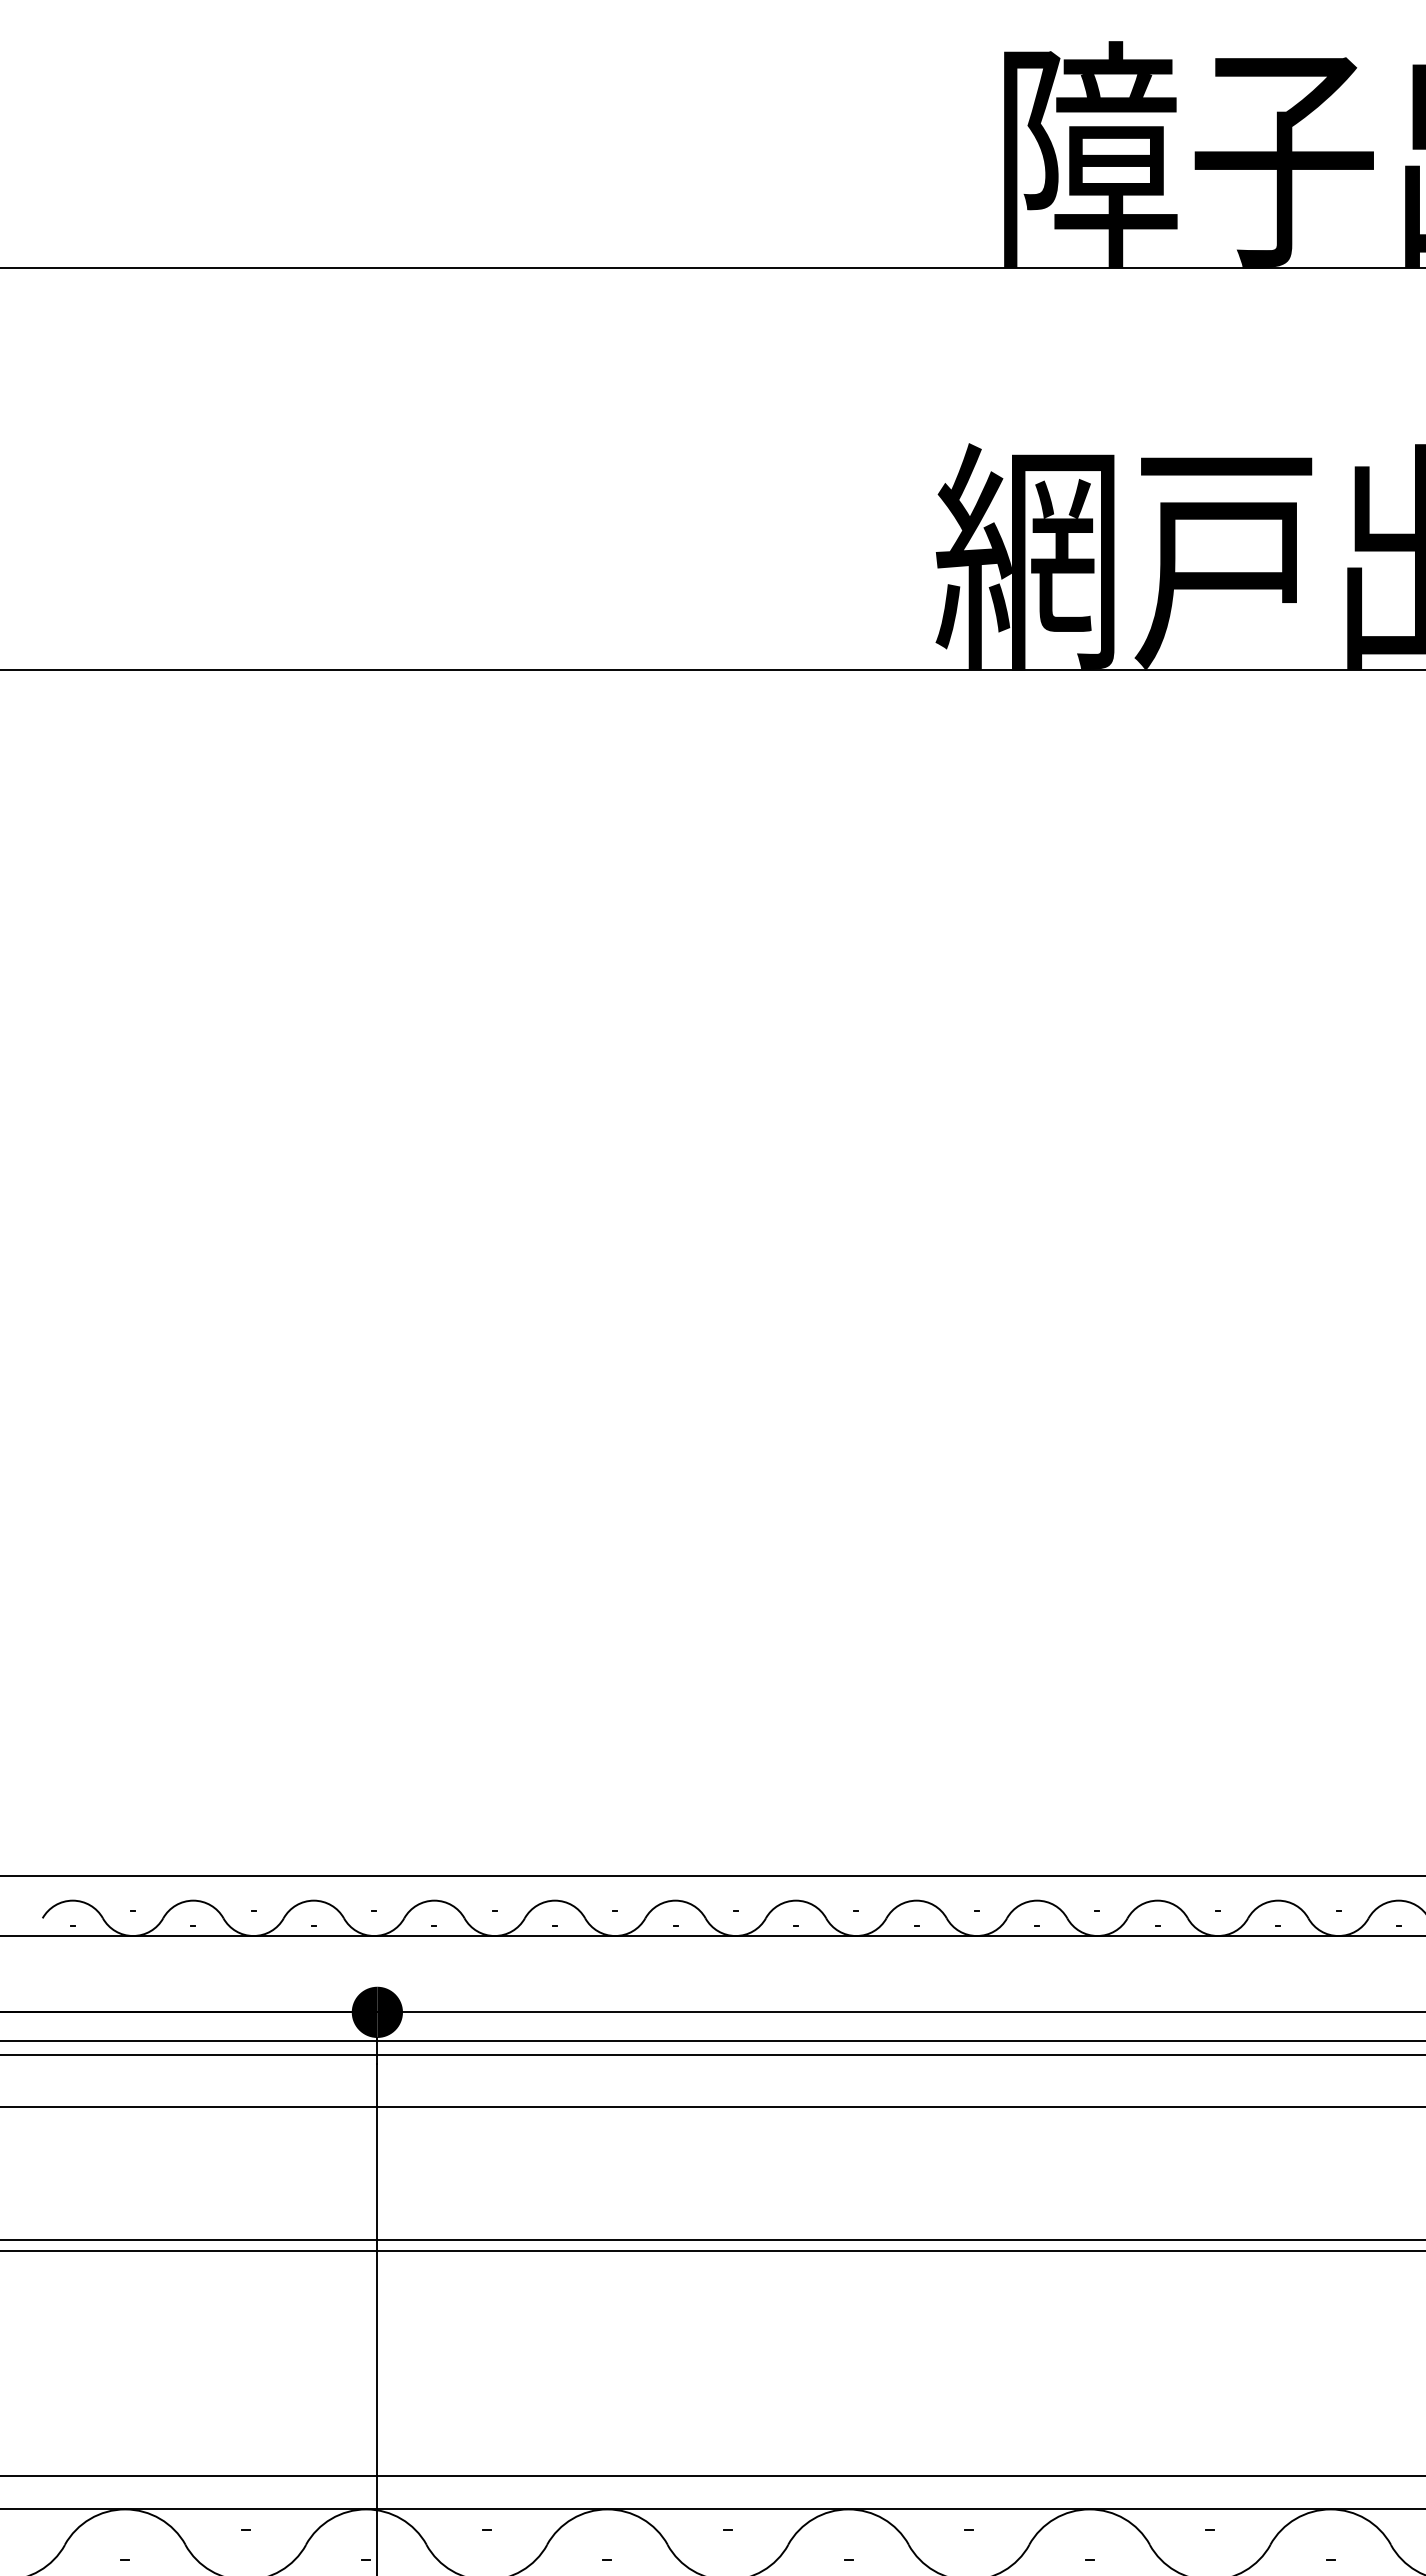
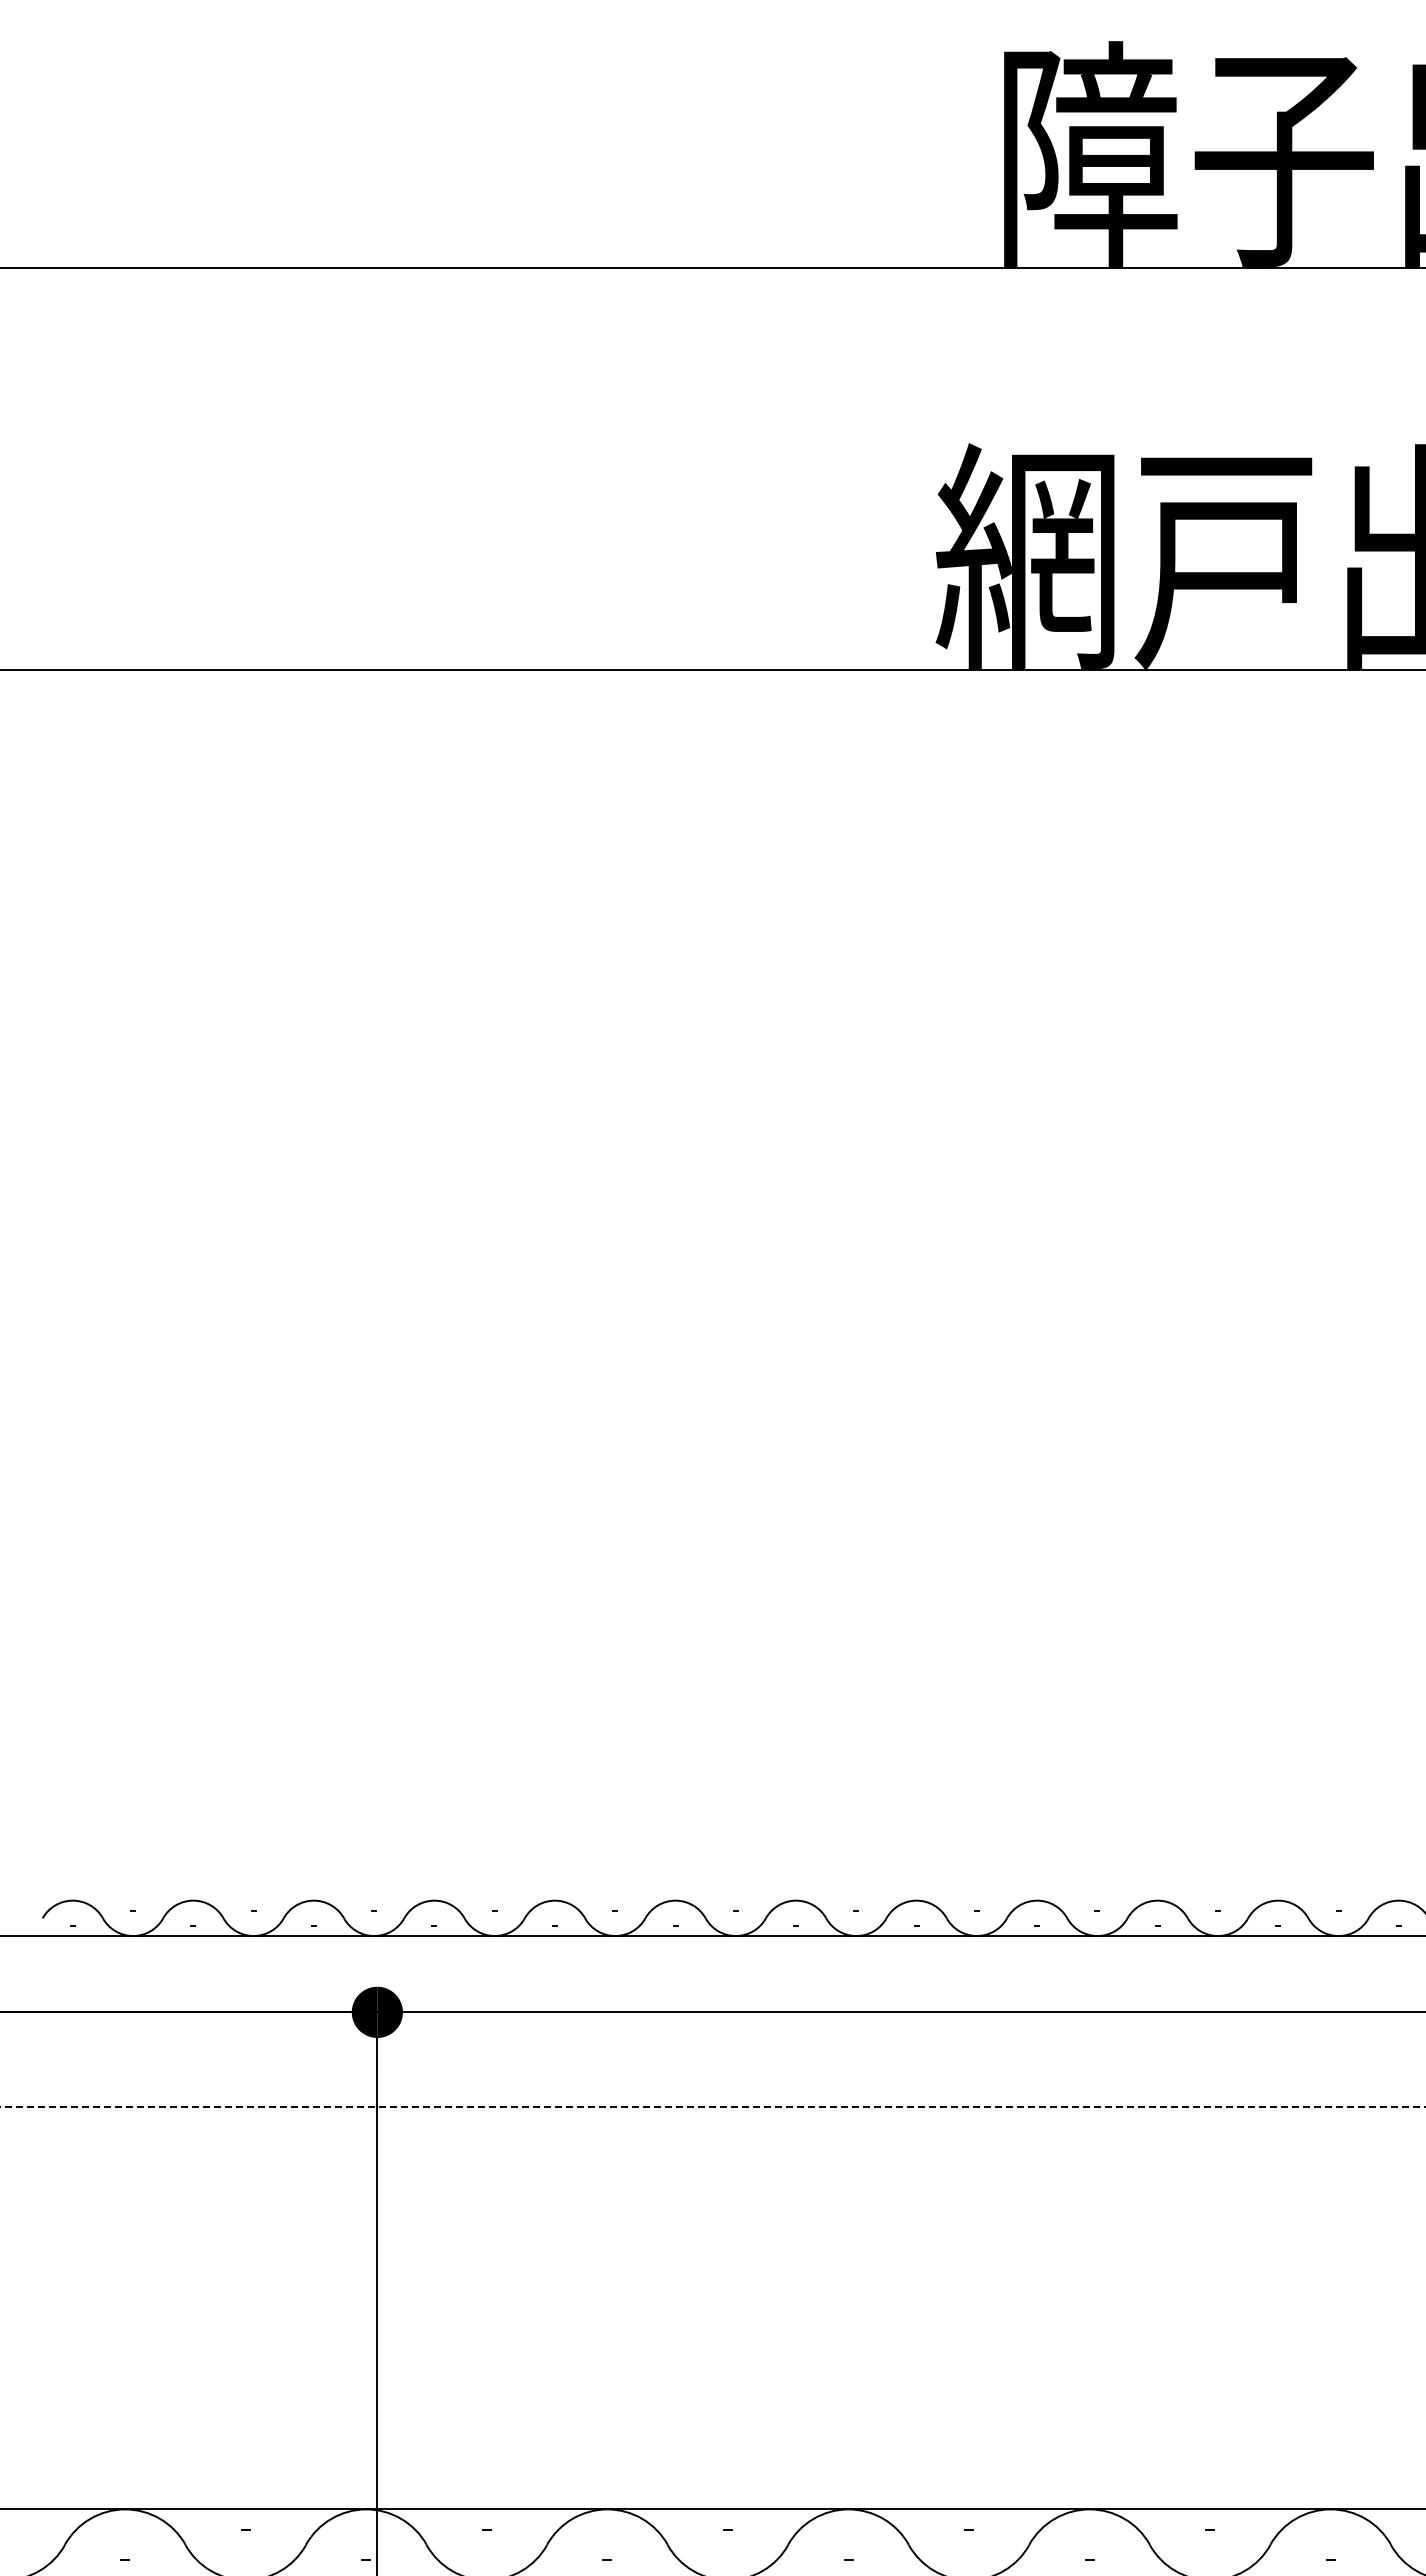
line at (712, 1875): present -> none
line at (712, 2040): present -> none
line at (712, 2054): present -> none
line at (712, 2106): solid -> dashed
line at (712, 2239): present -> none
line at (712, 2251): present -> none
line at (712, 2476): present -> none
